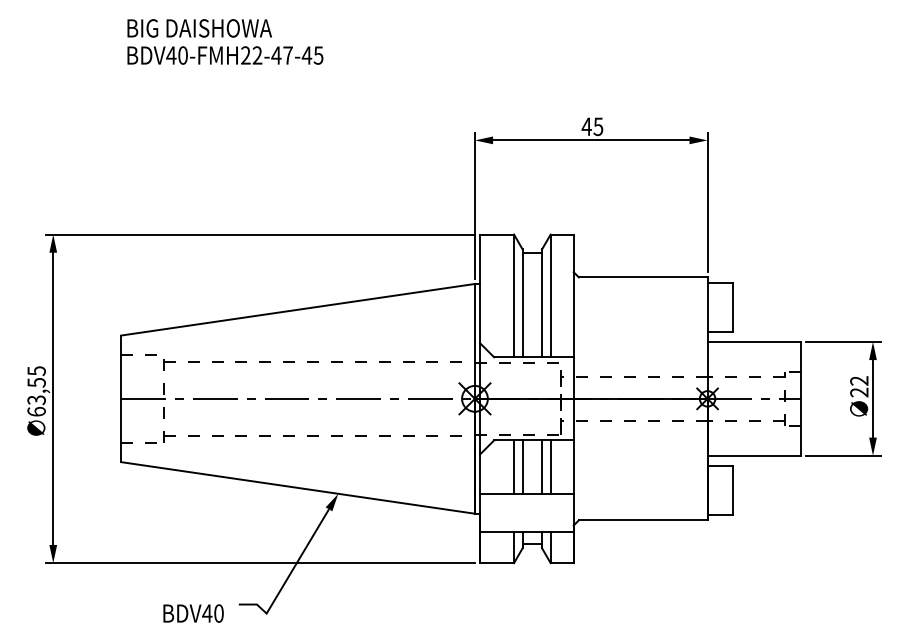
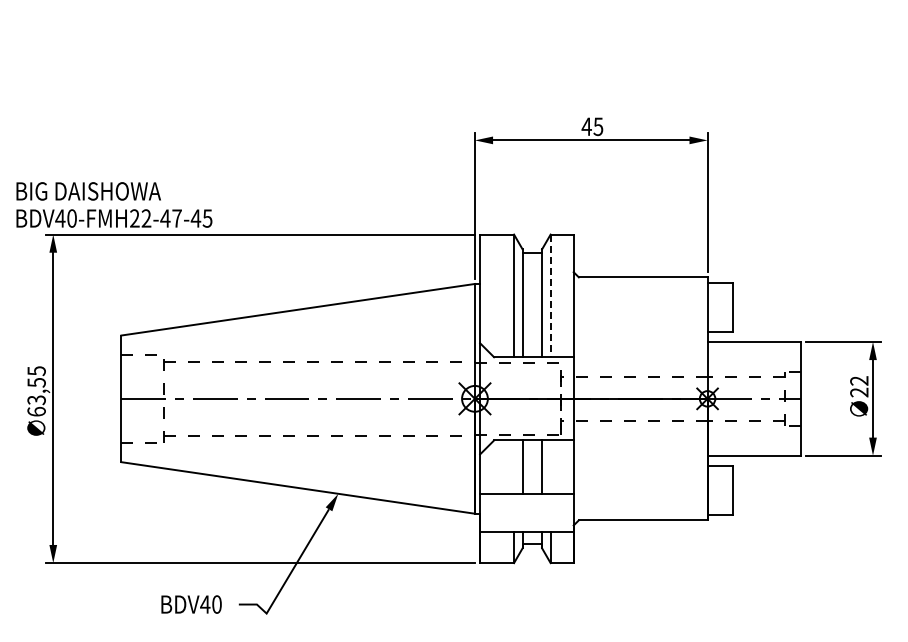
text at (225, 41) position: (225, 41) -> (114, 204)
line at (550, 296): solid -> dashed
line at (514, 467): present -> none
line at (550, 467): present -> none
text at (193, 613) position: (193, 613) -> (191, 604)
